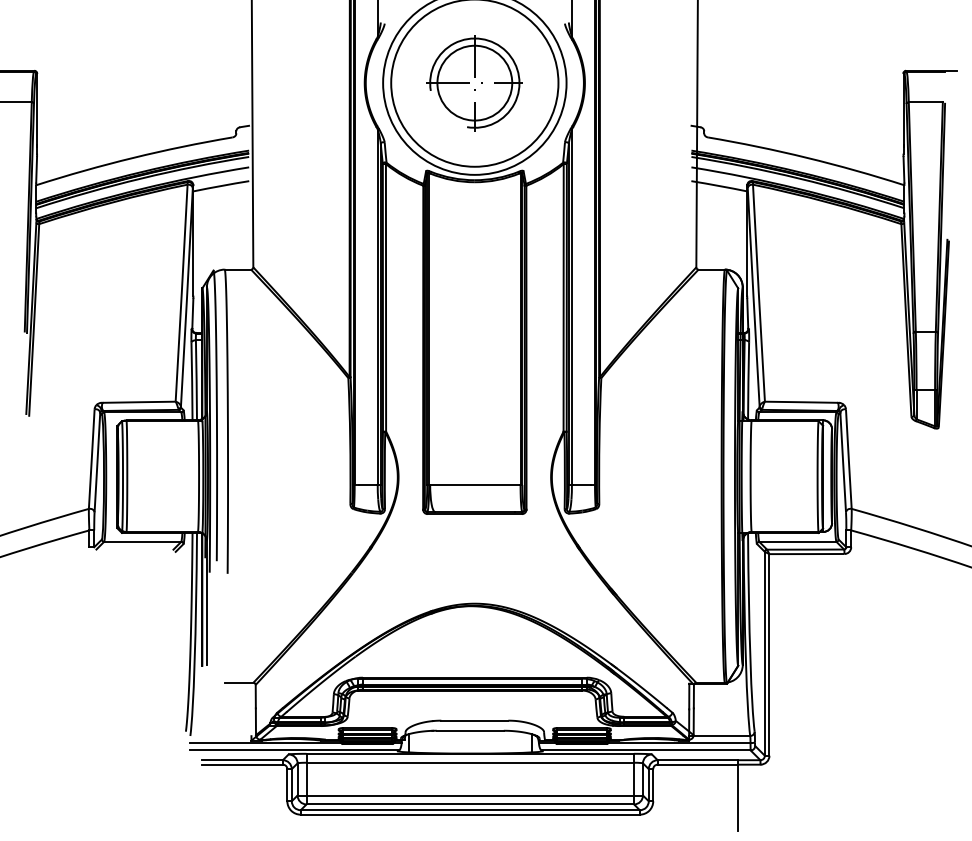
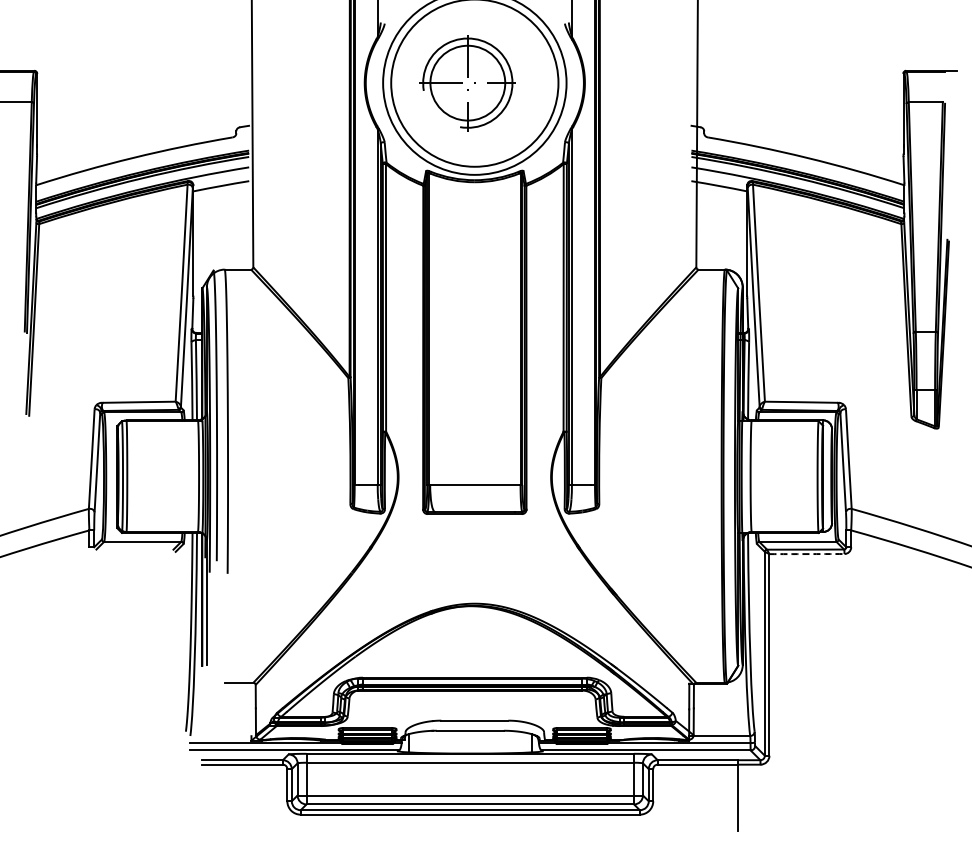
part at (474, 83) position: (474, 83) -> (467, 83)
arc at (806, 554): solid -> dashed
